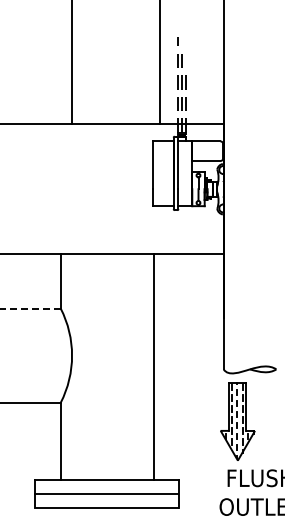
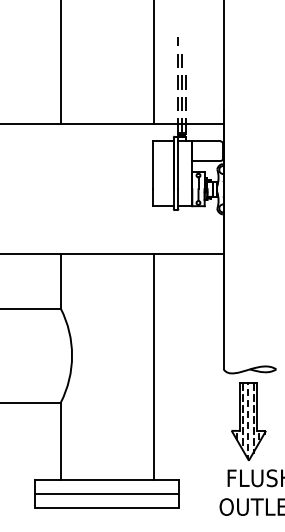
line at (71, 63) position: (71, 63) -> (60, 63)
line at (160, 63) position: (160, 63) -> (154, 63)
line at (29, 308): dashed -> solid
part at (237, 421) position: (237, 421) -> (248, 421)
